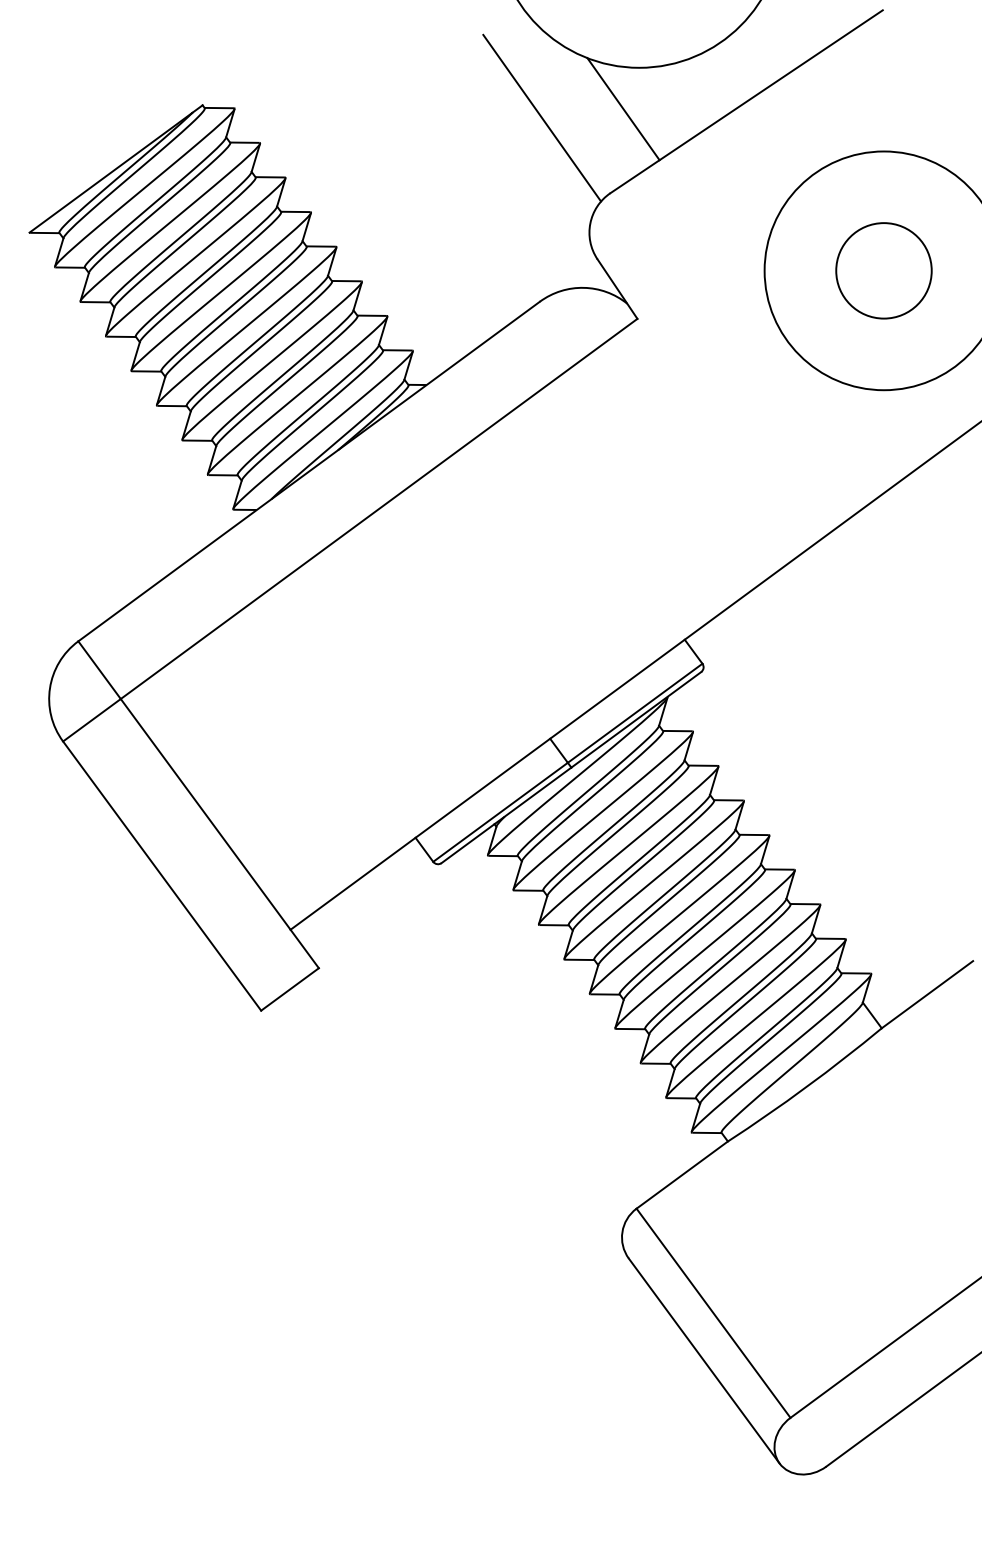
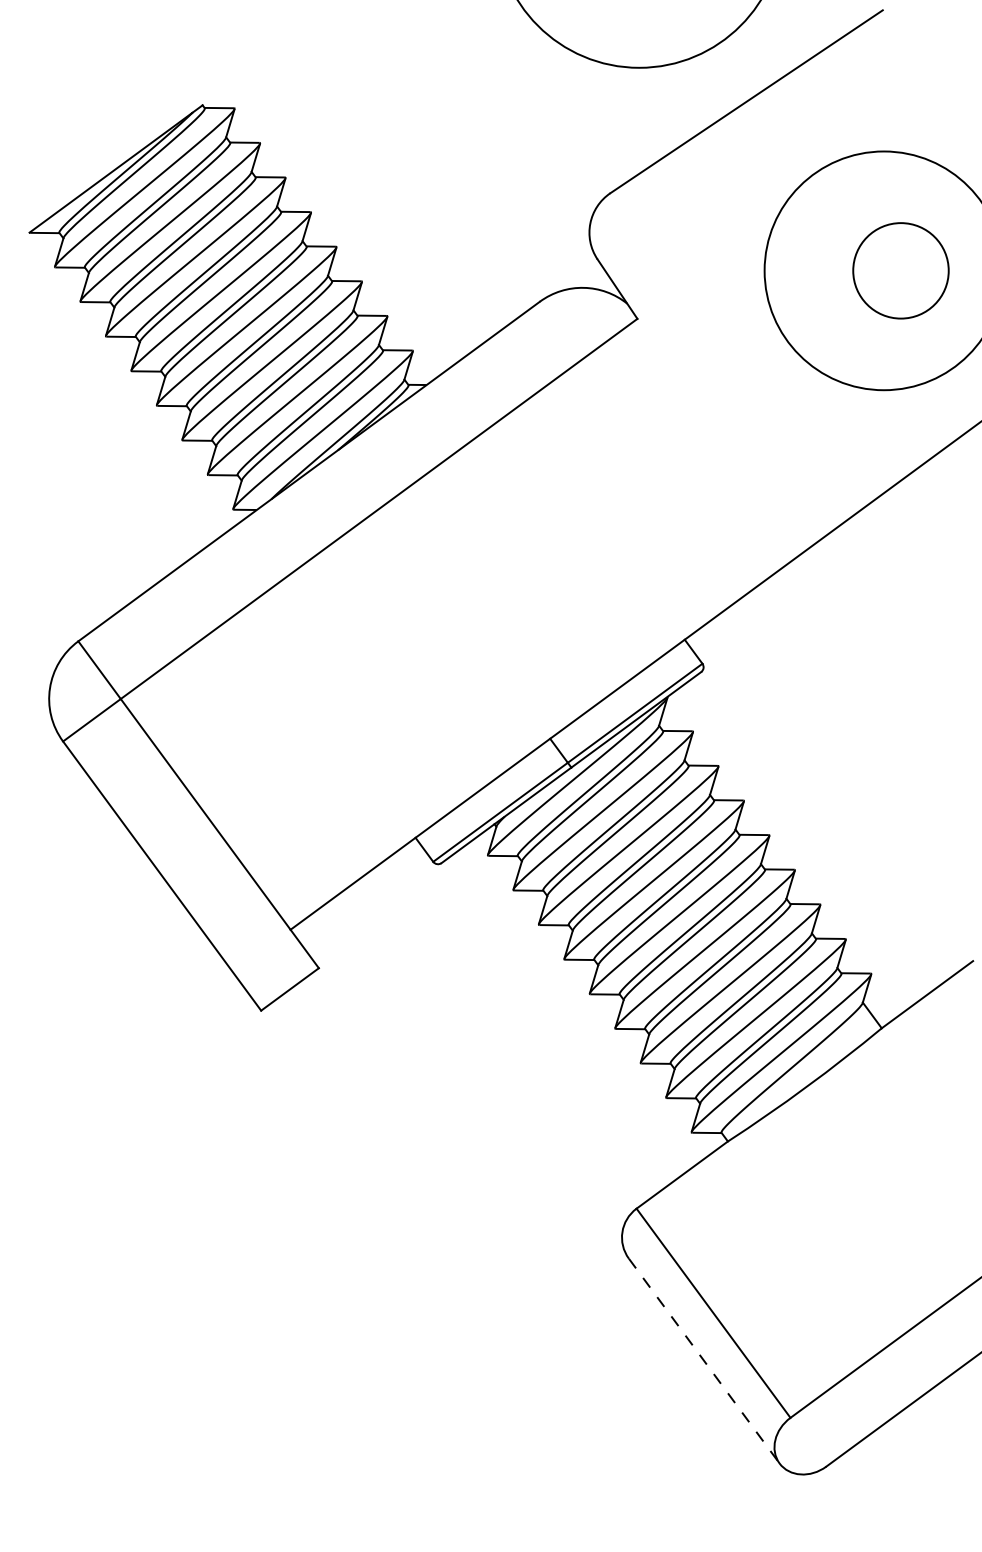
line at (623, 109): present -> none
line at (542, 117): present -> none
circle at (883, 270) position: (883, 270) -> (900, 270)
line at (704, 1361): solid -> dashed
